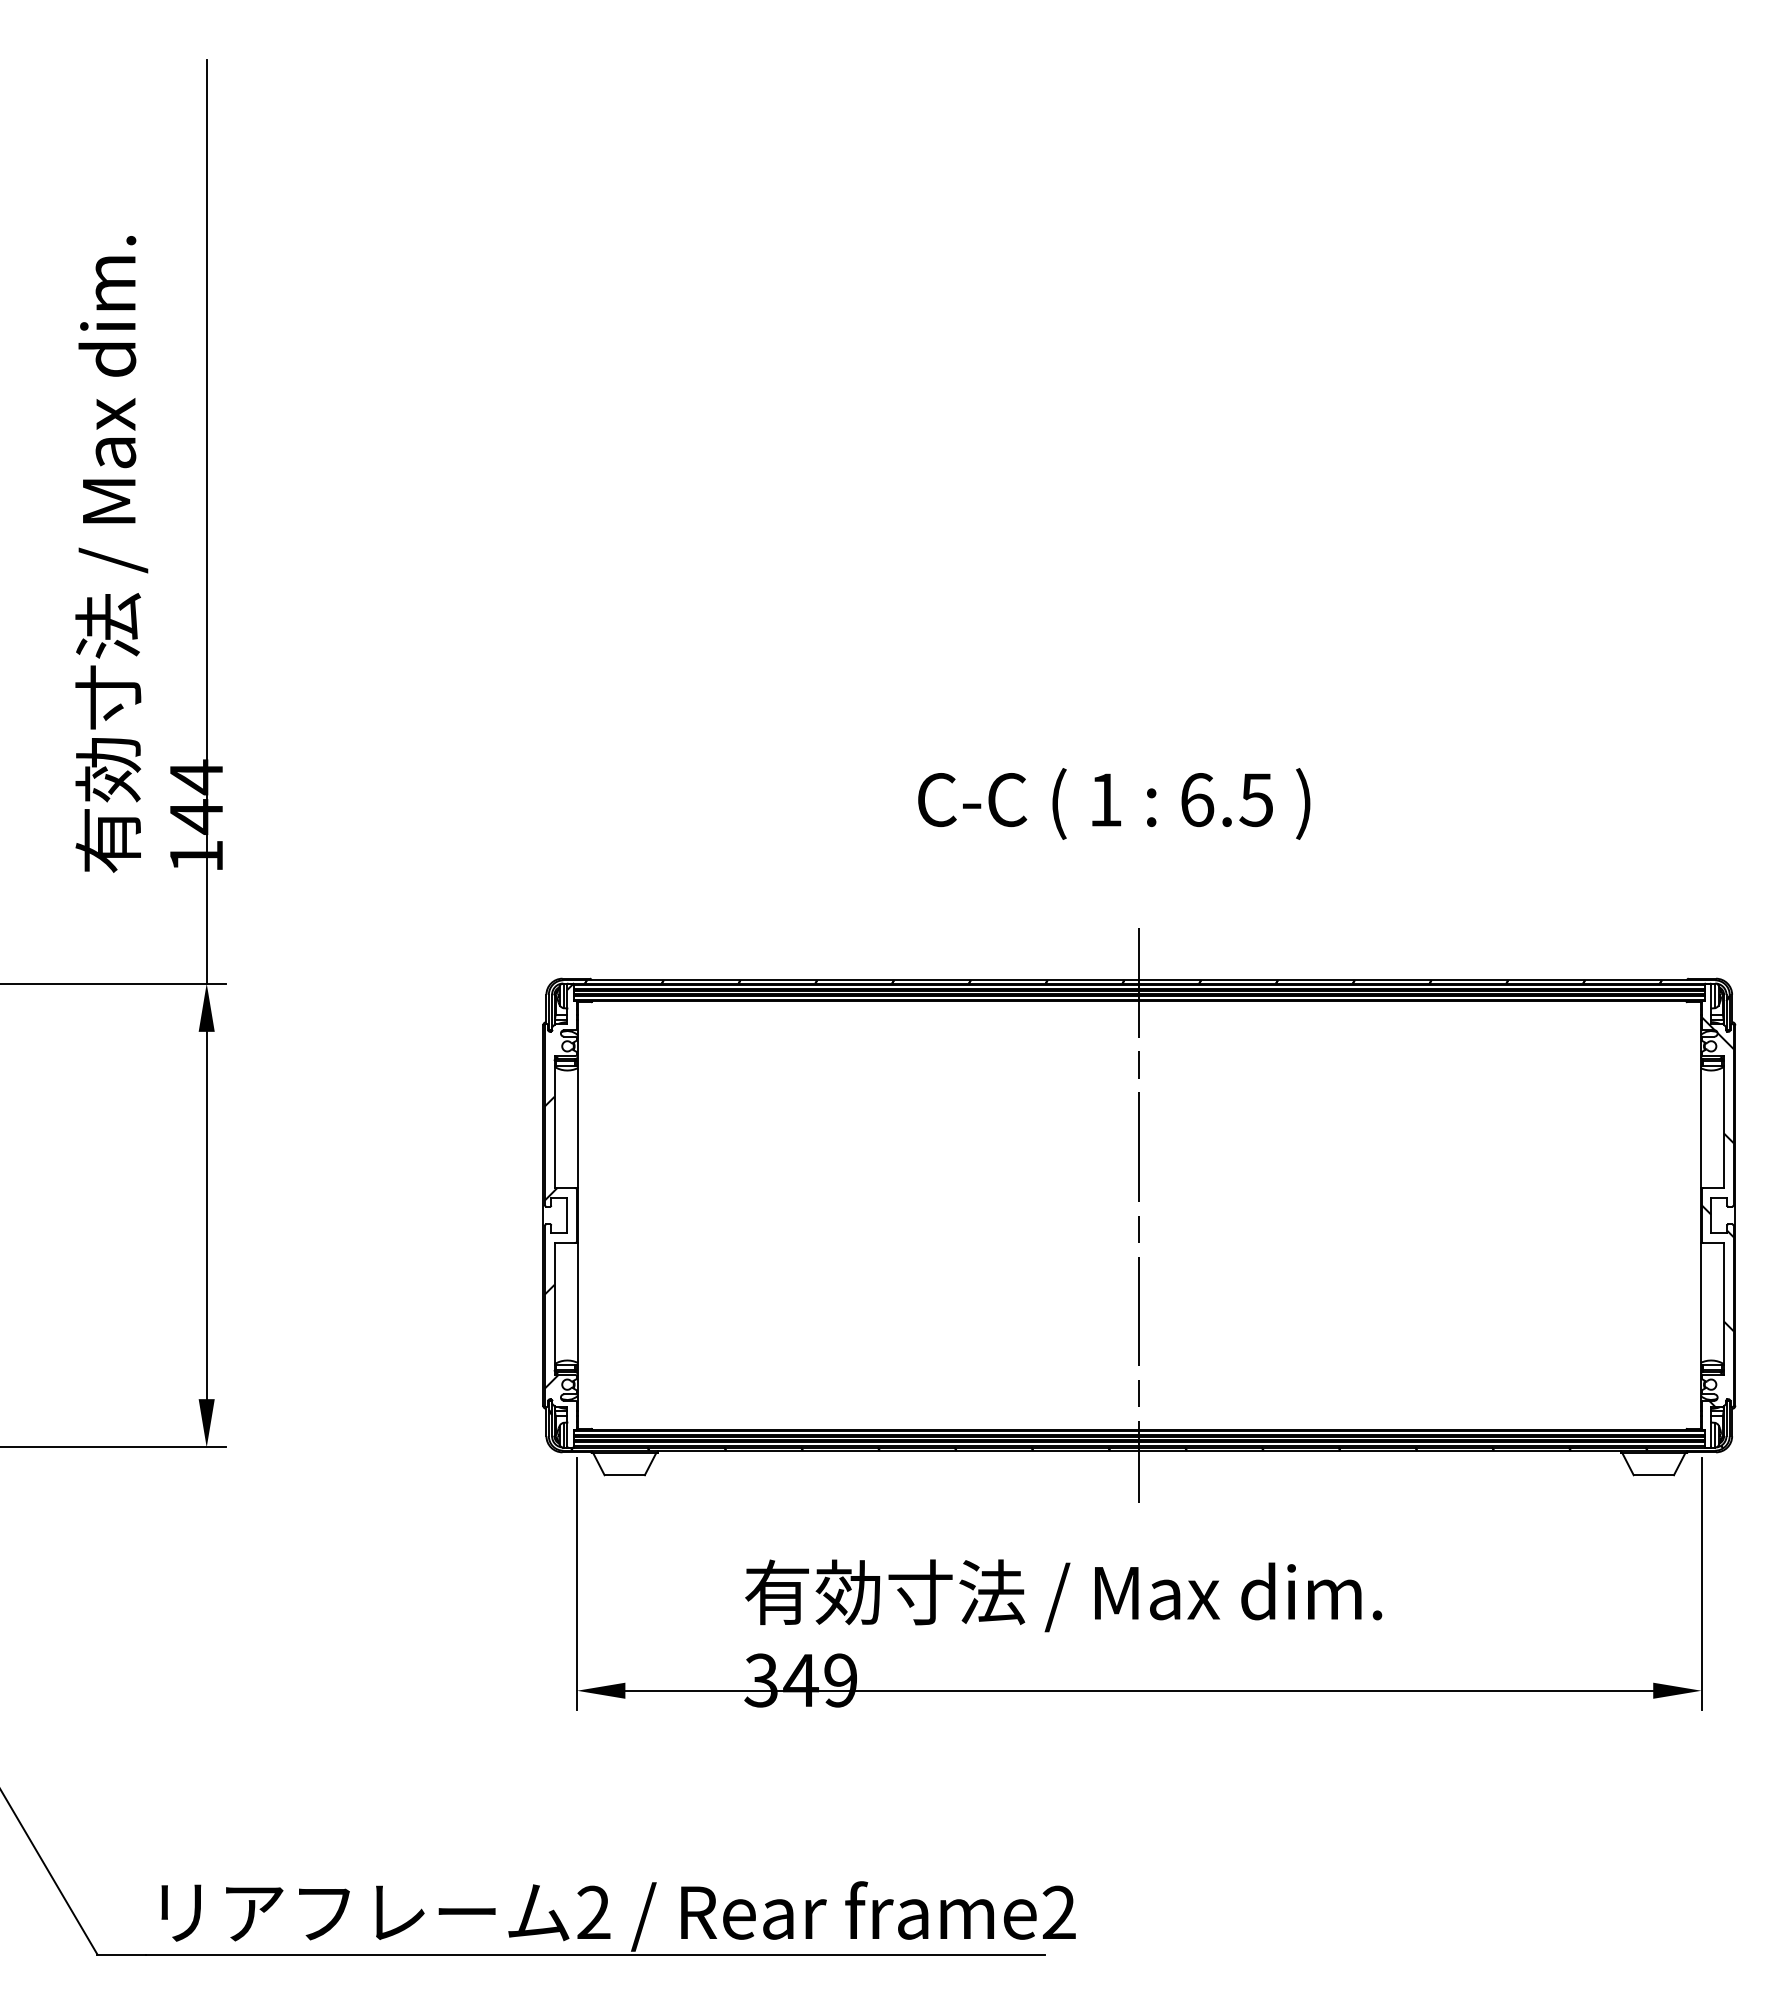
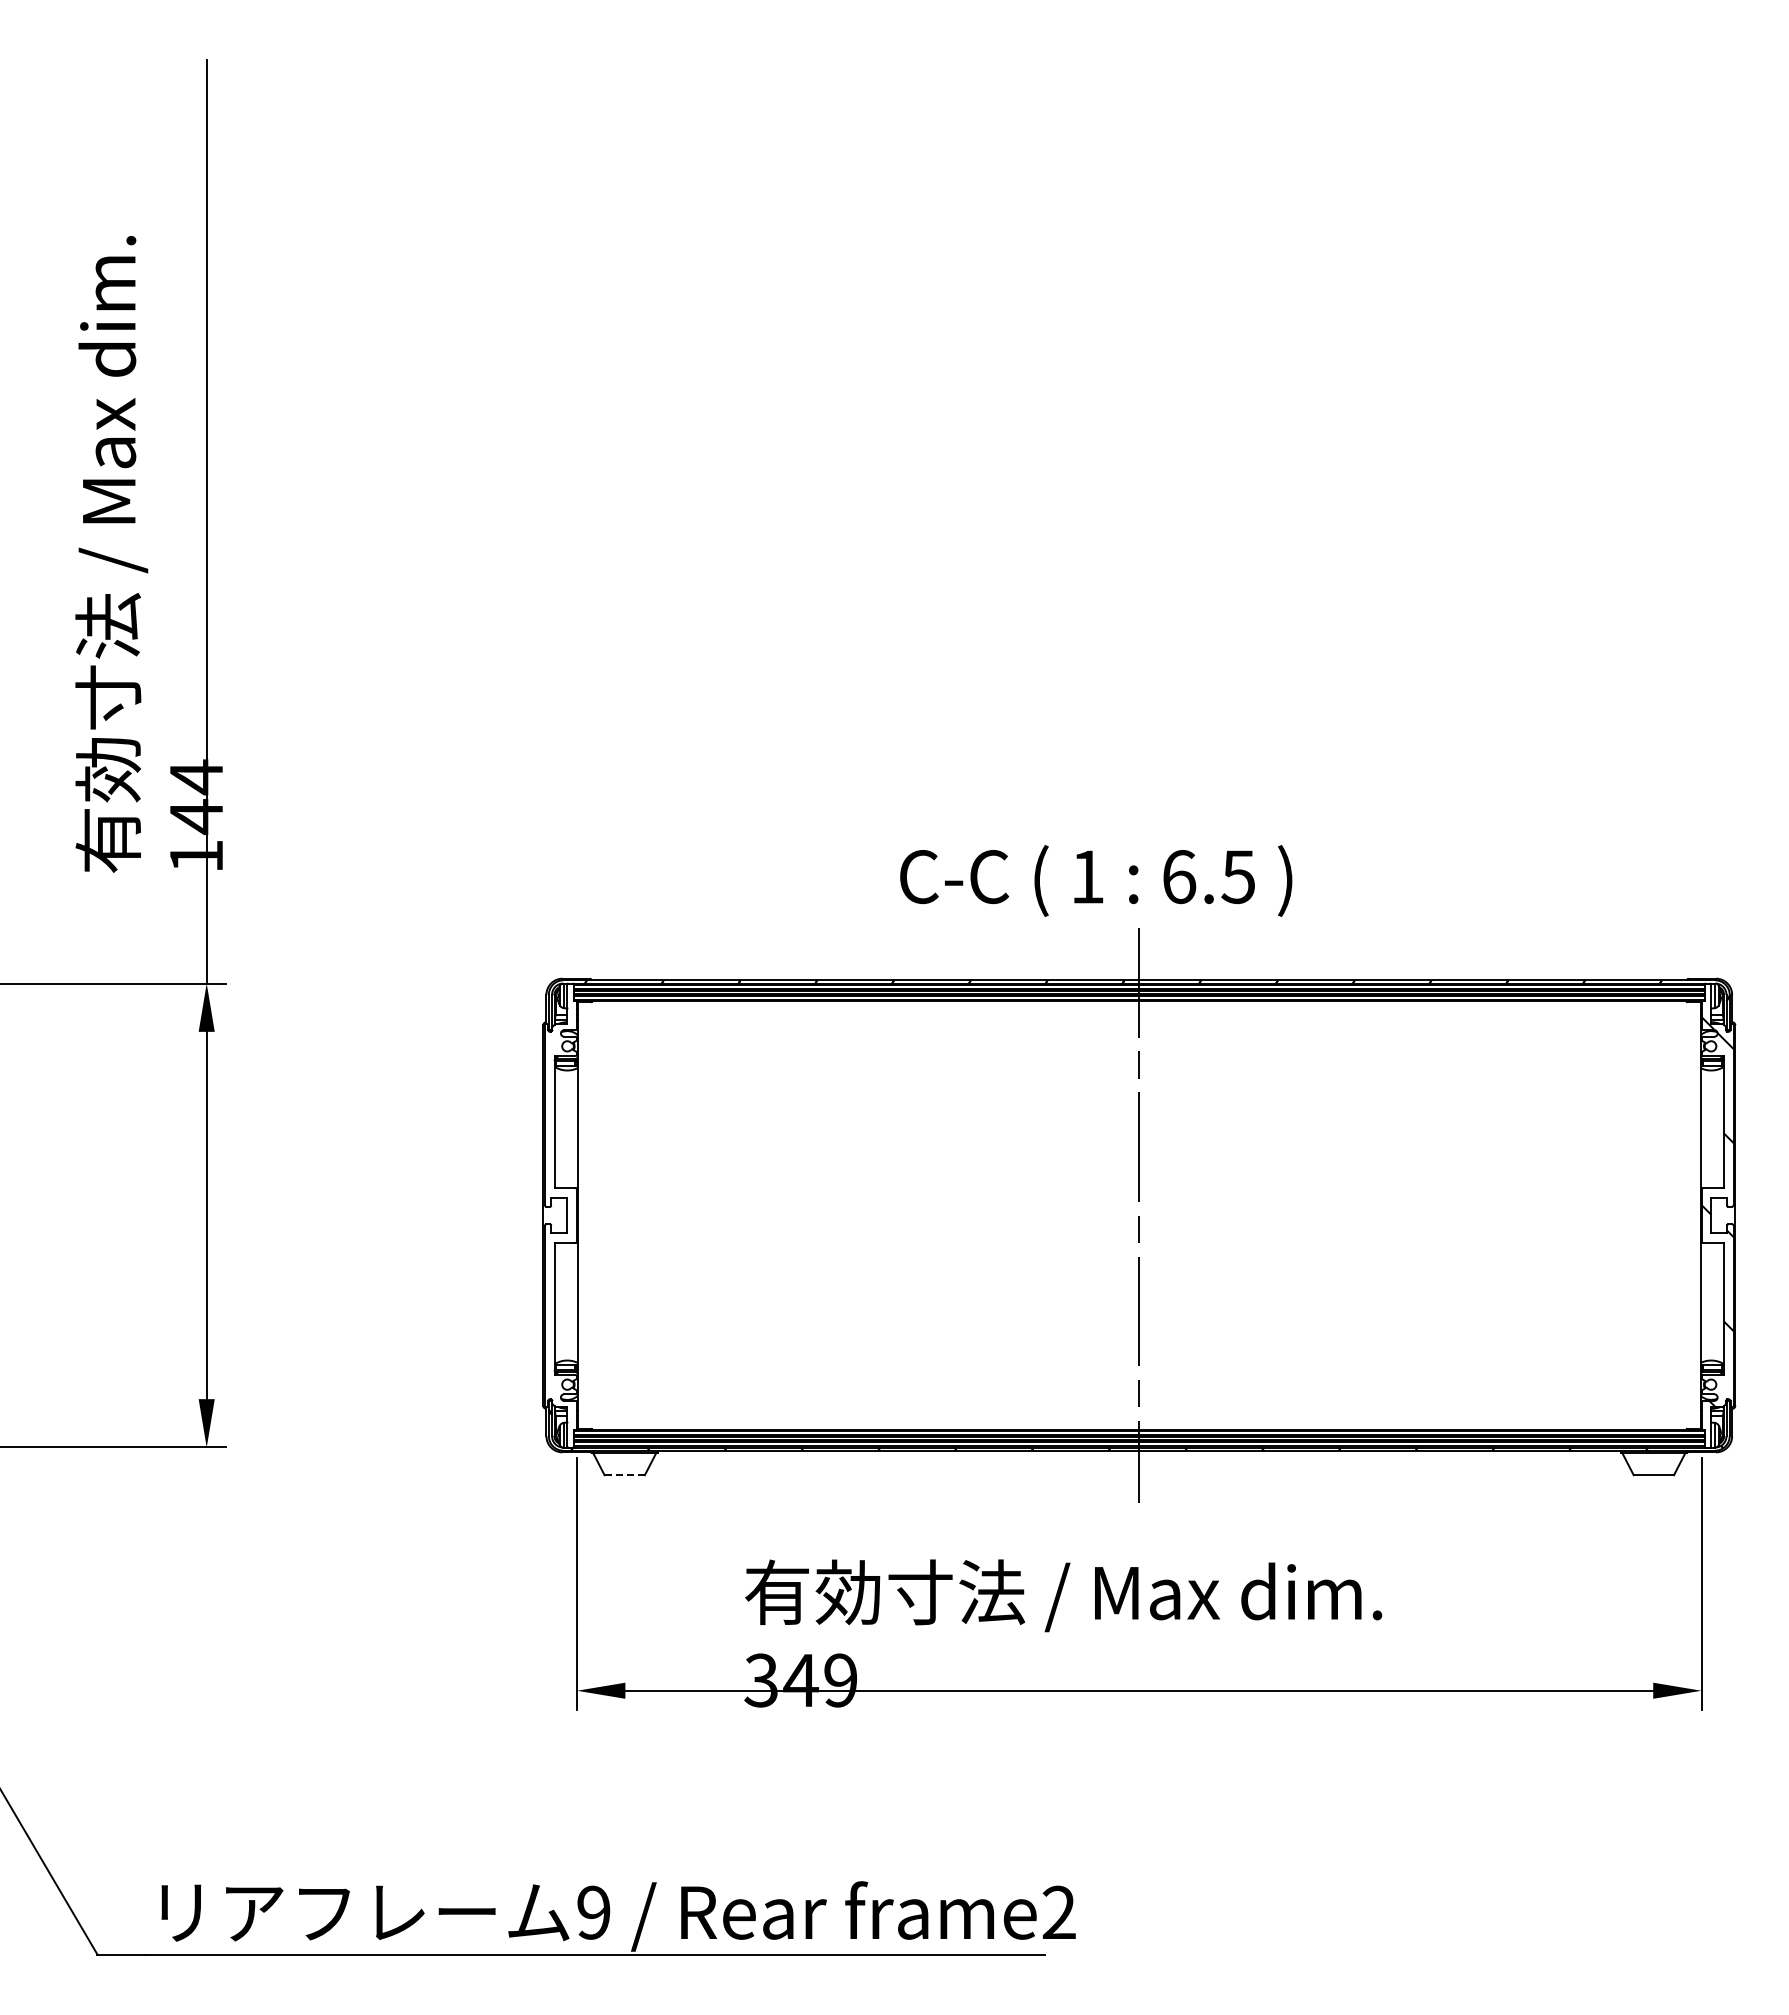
text at (1114, 803) position: (1114, 803) -> (1096, 880)
hatch at (558, 1185): present -> none
line at (625, 1475): solid -> dashed
text at (593, 1912): 2 -> 9
